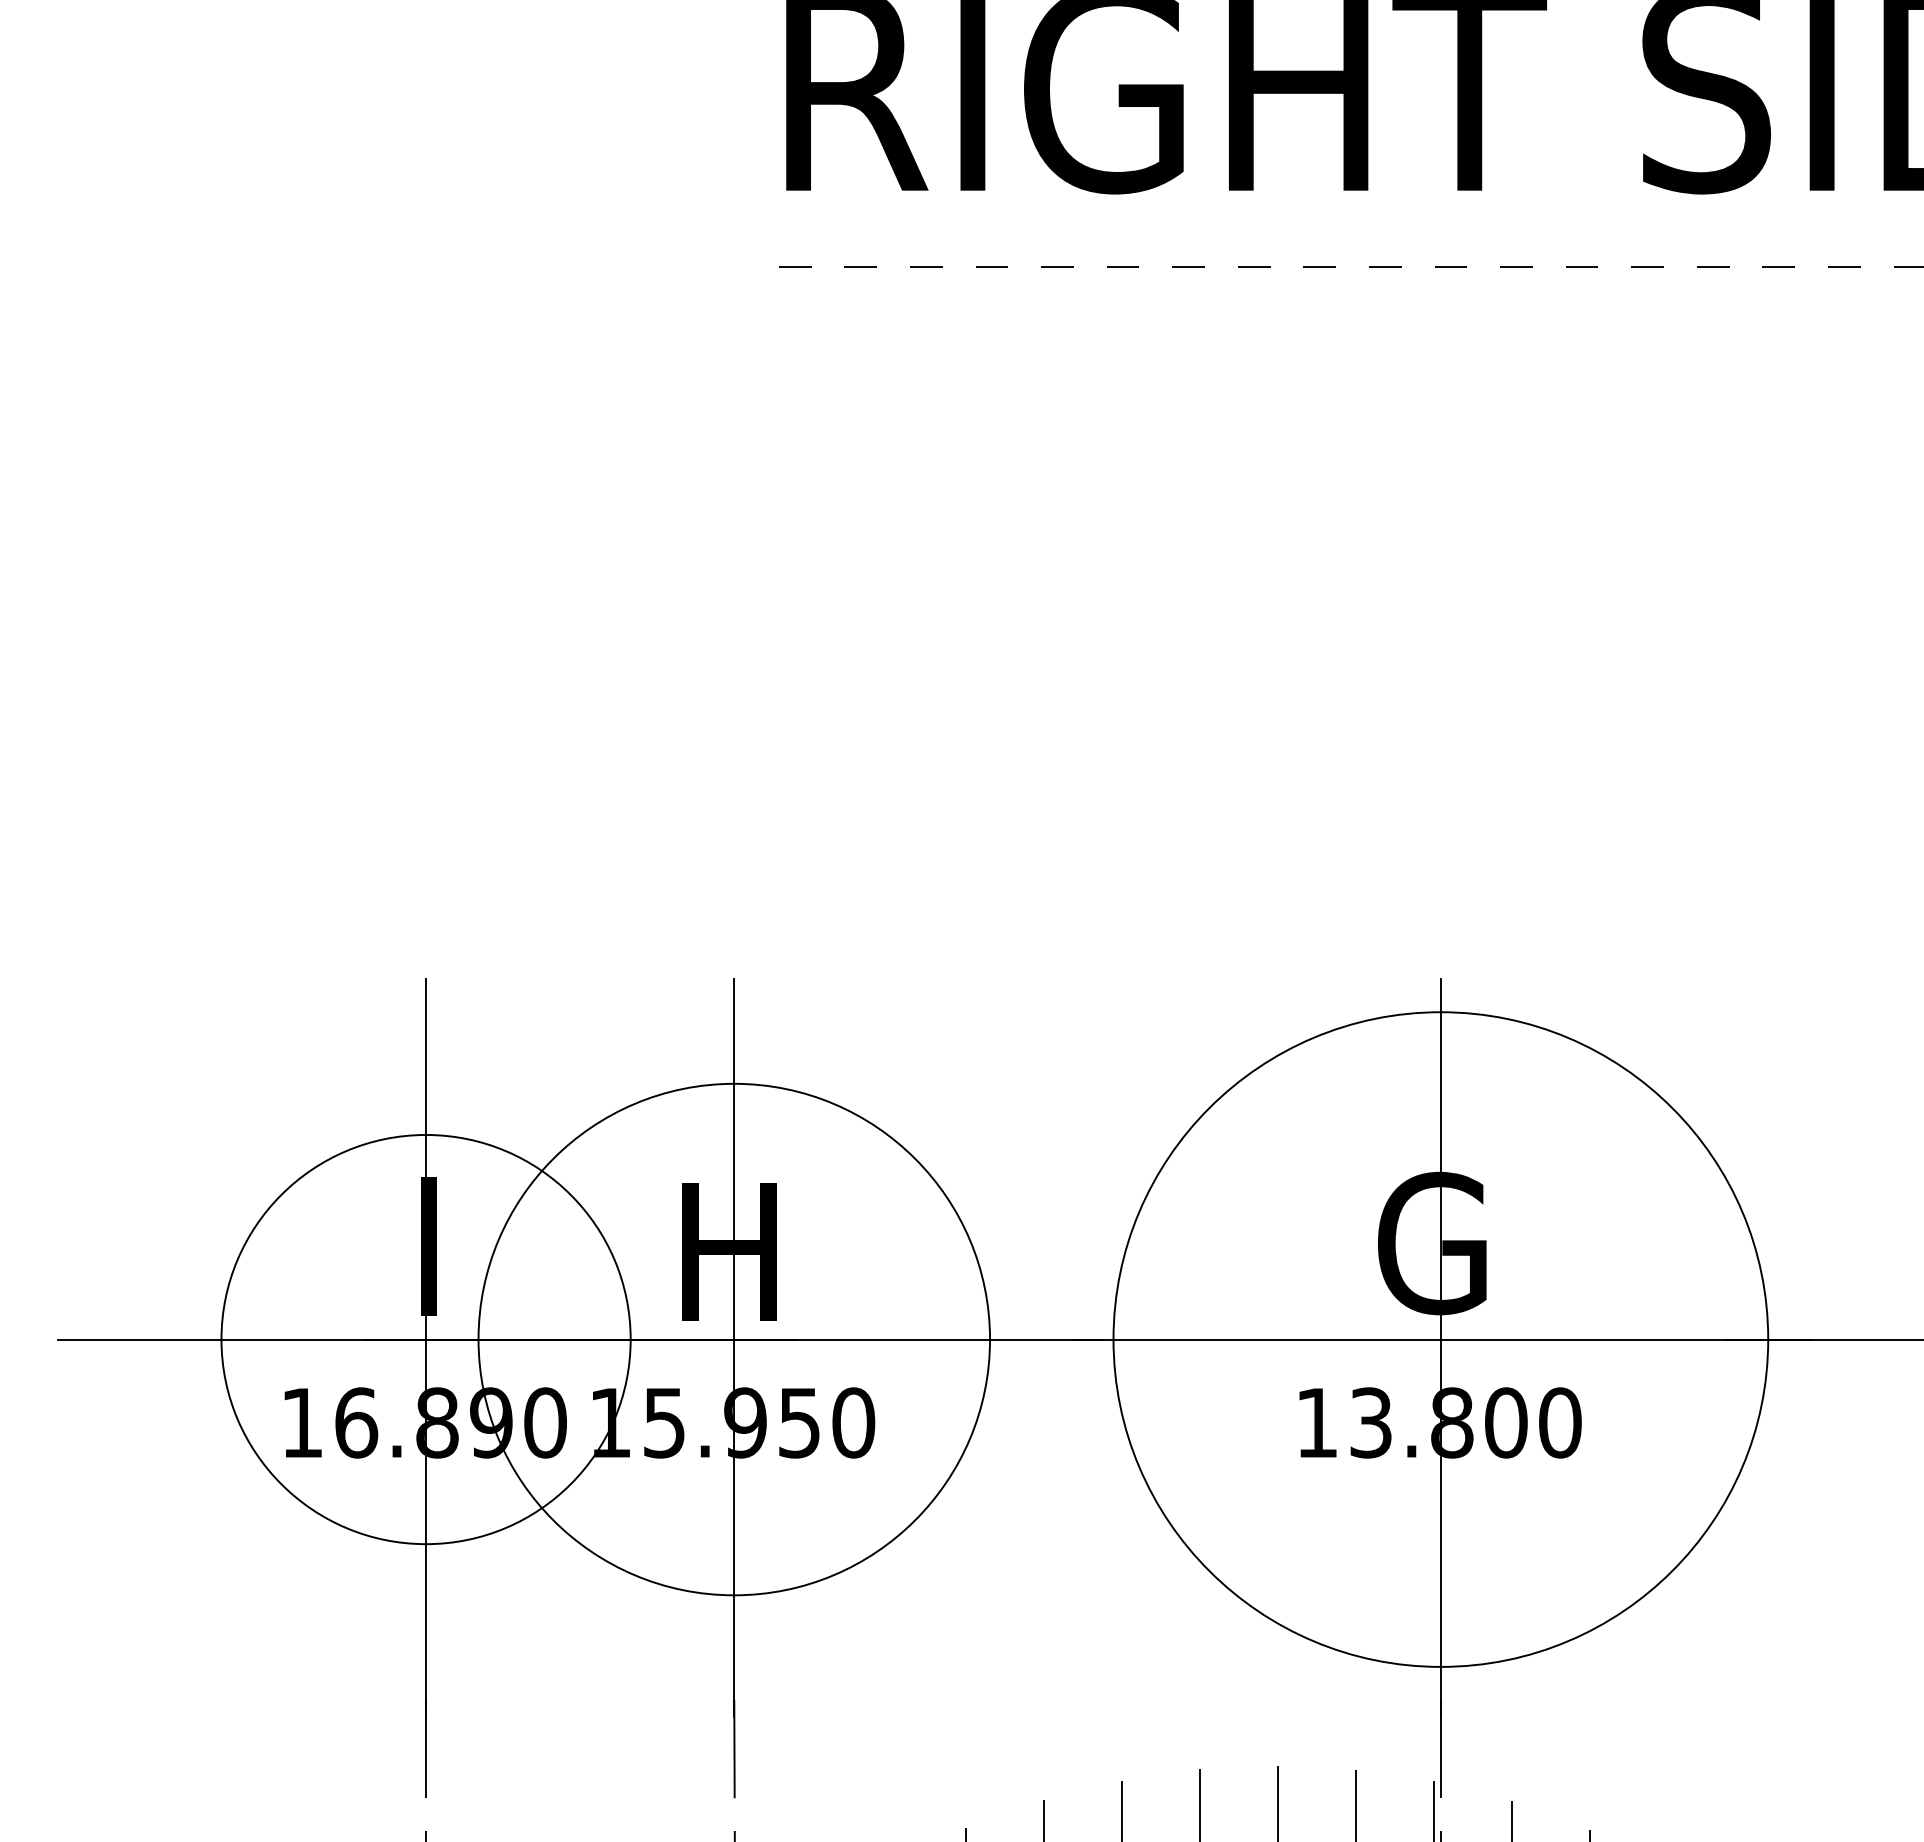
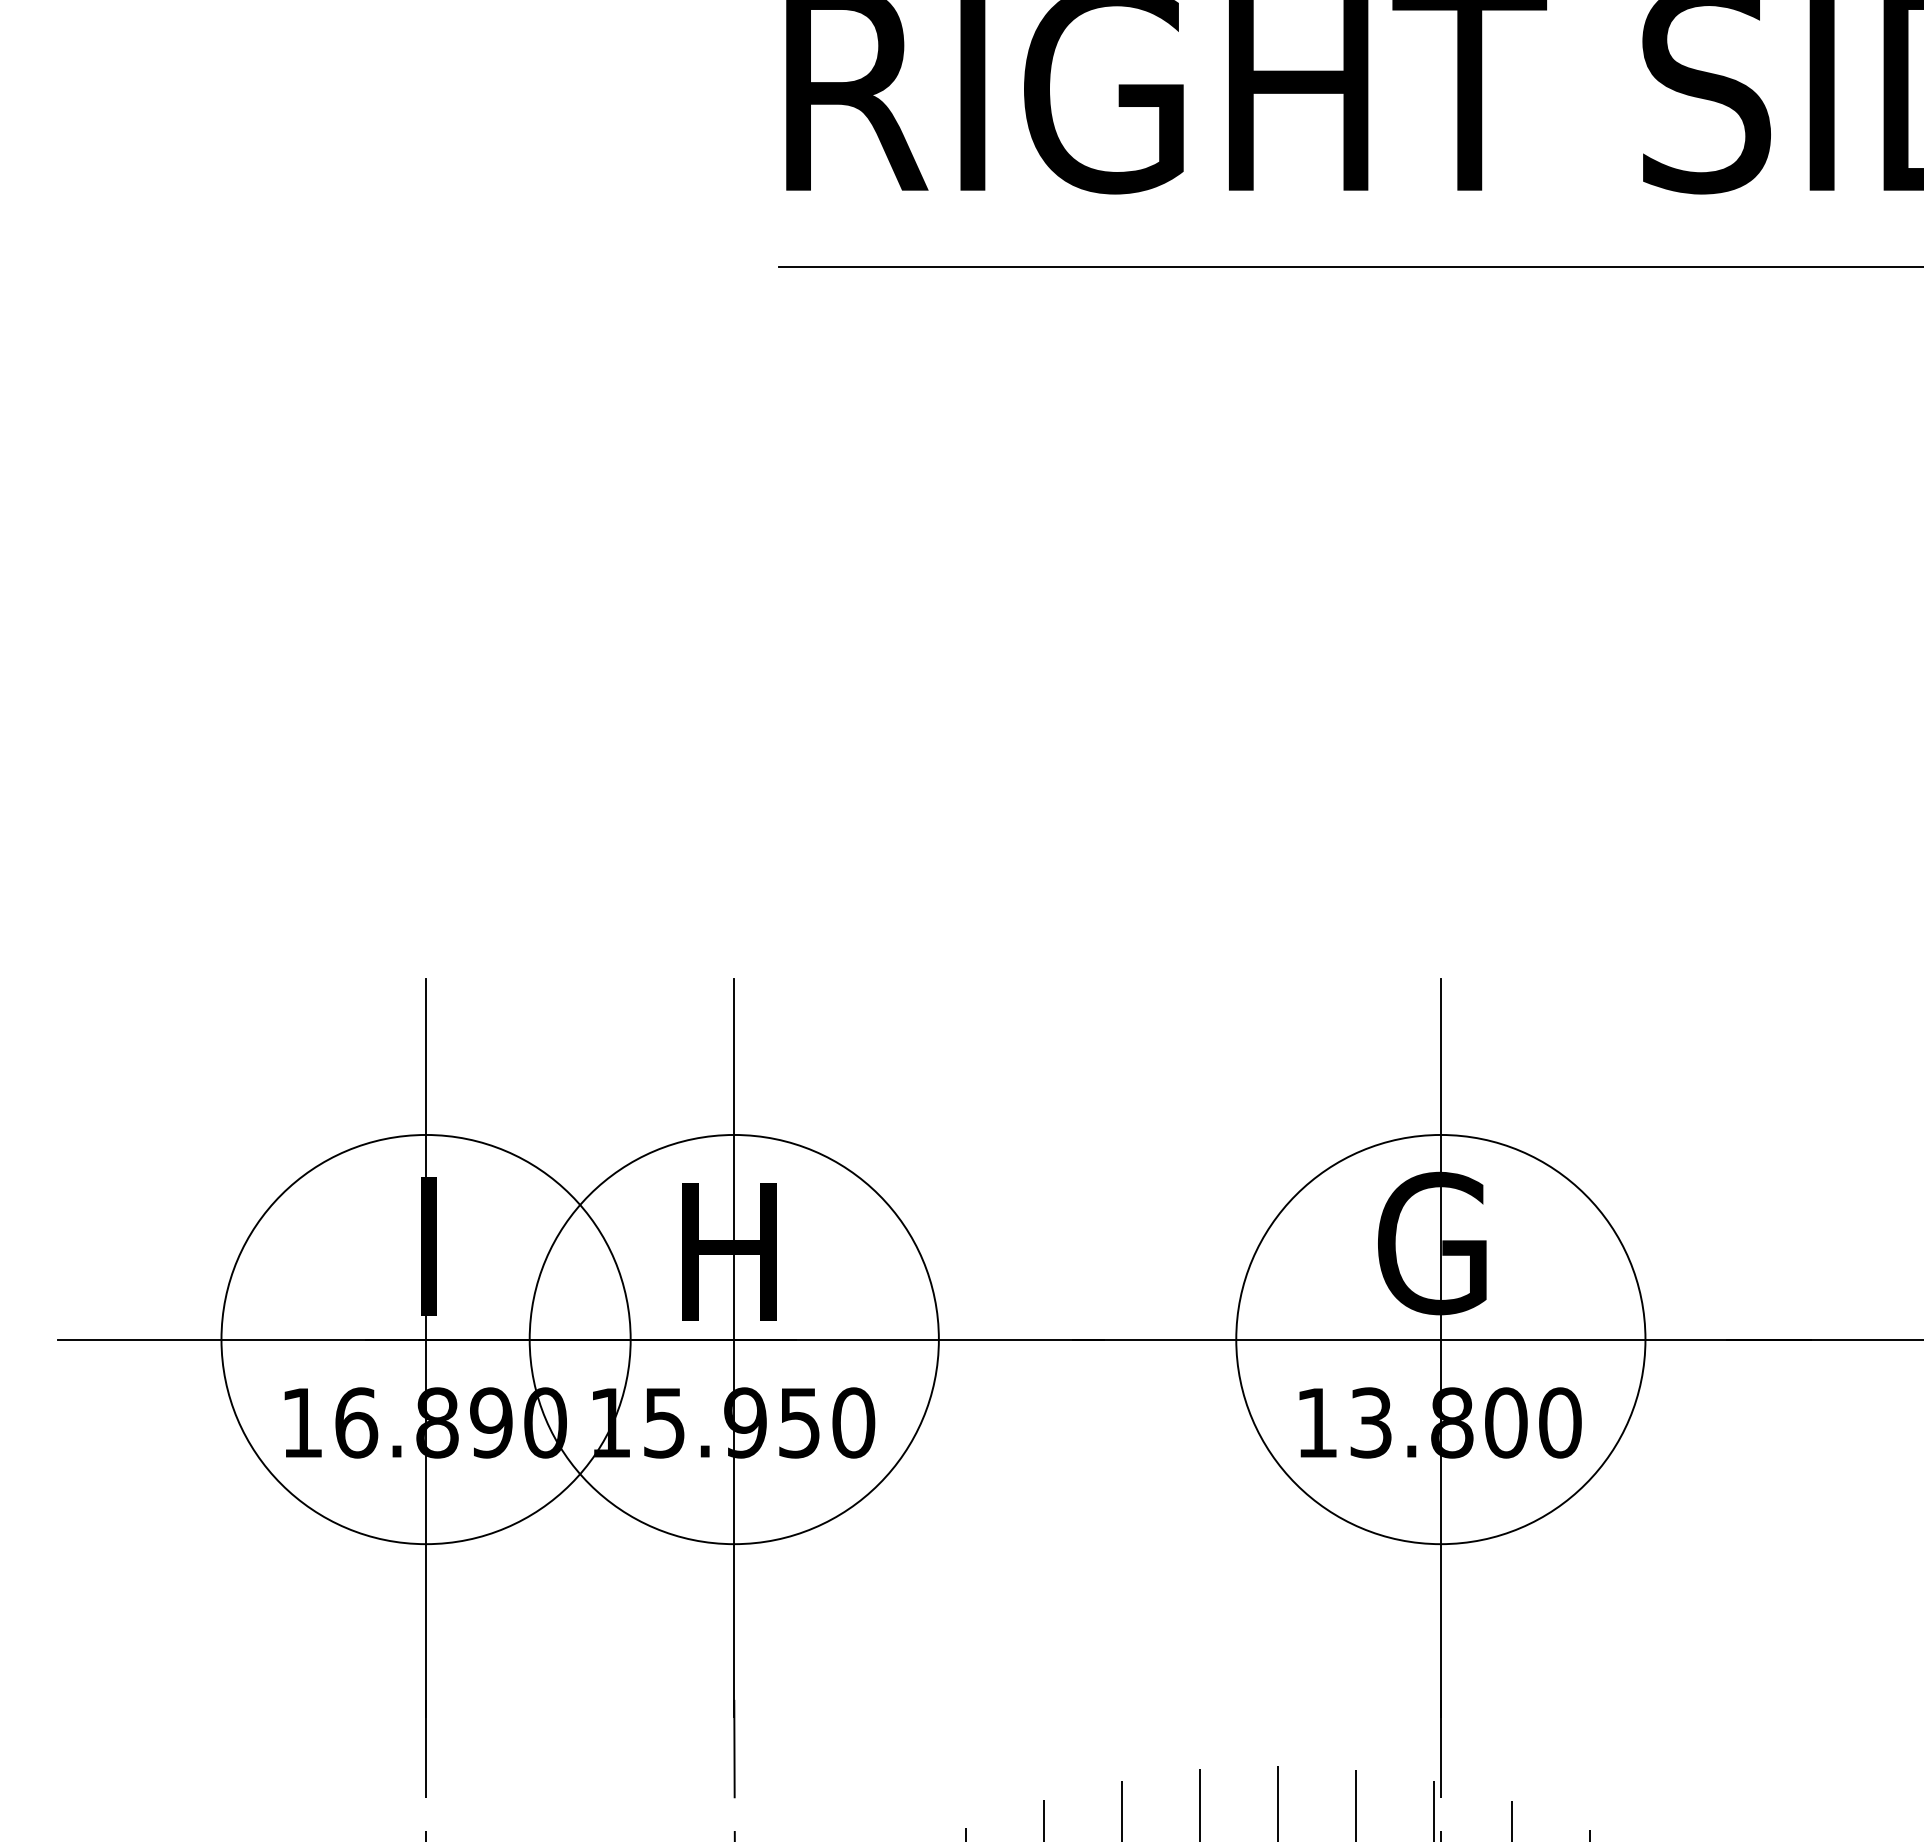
line at (1351, 267): dashed -> solid
circle at (734, 1339) diameter: 511 px -> 409 px
circle at (1440, 1339) diameter: 655 px -> 409 px
